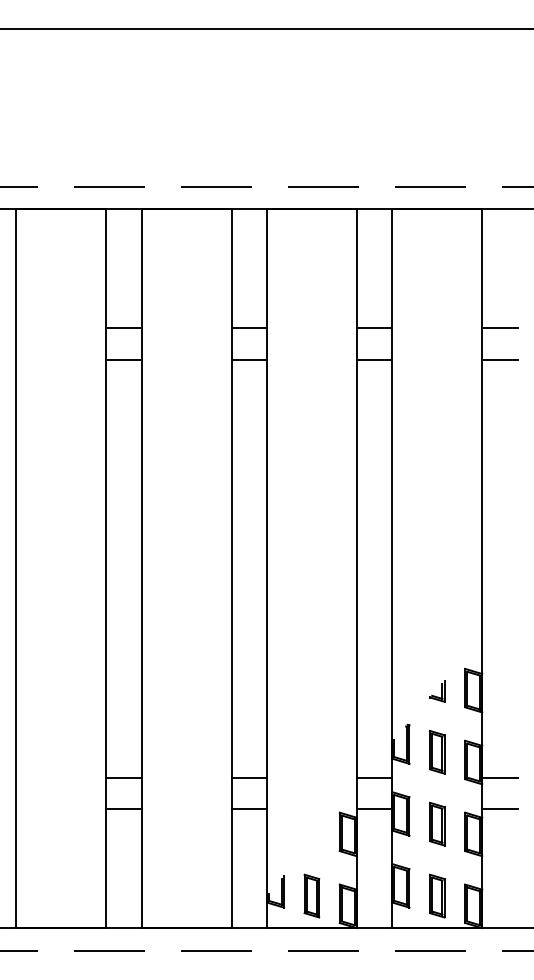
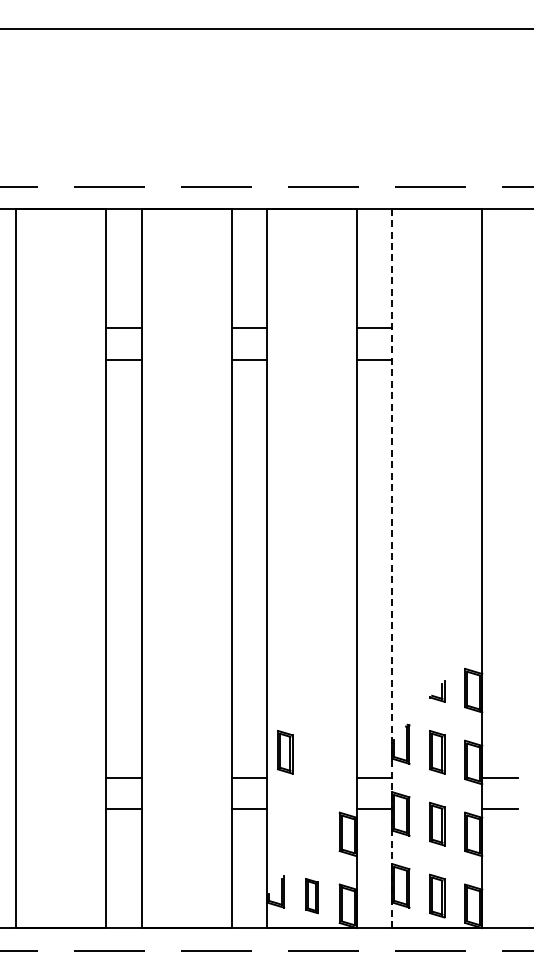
line at (499, 328): present -> none
line at (499, 359): present -> none
line at (392, 568): solid -> dashed
part at (285, 752): none -> present
part at (311, 895) size: 18x46 px -> 14x37 px
